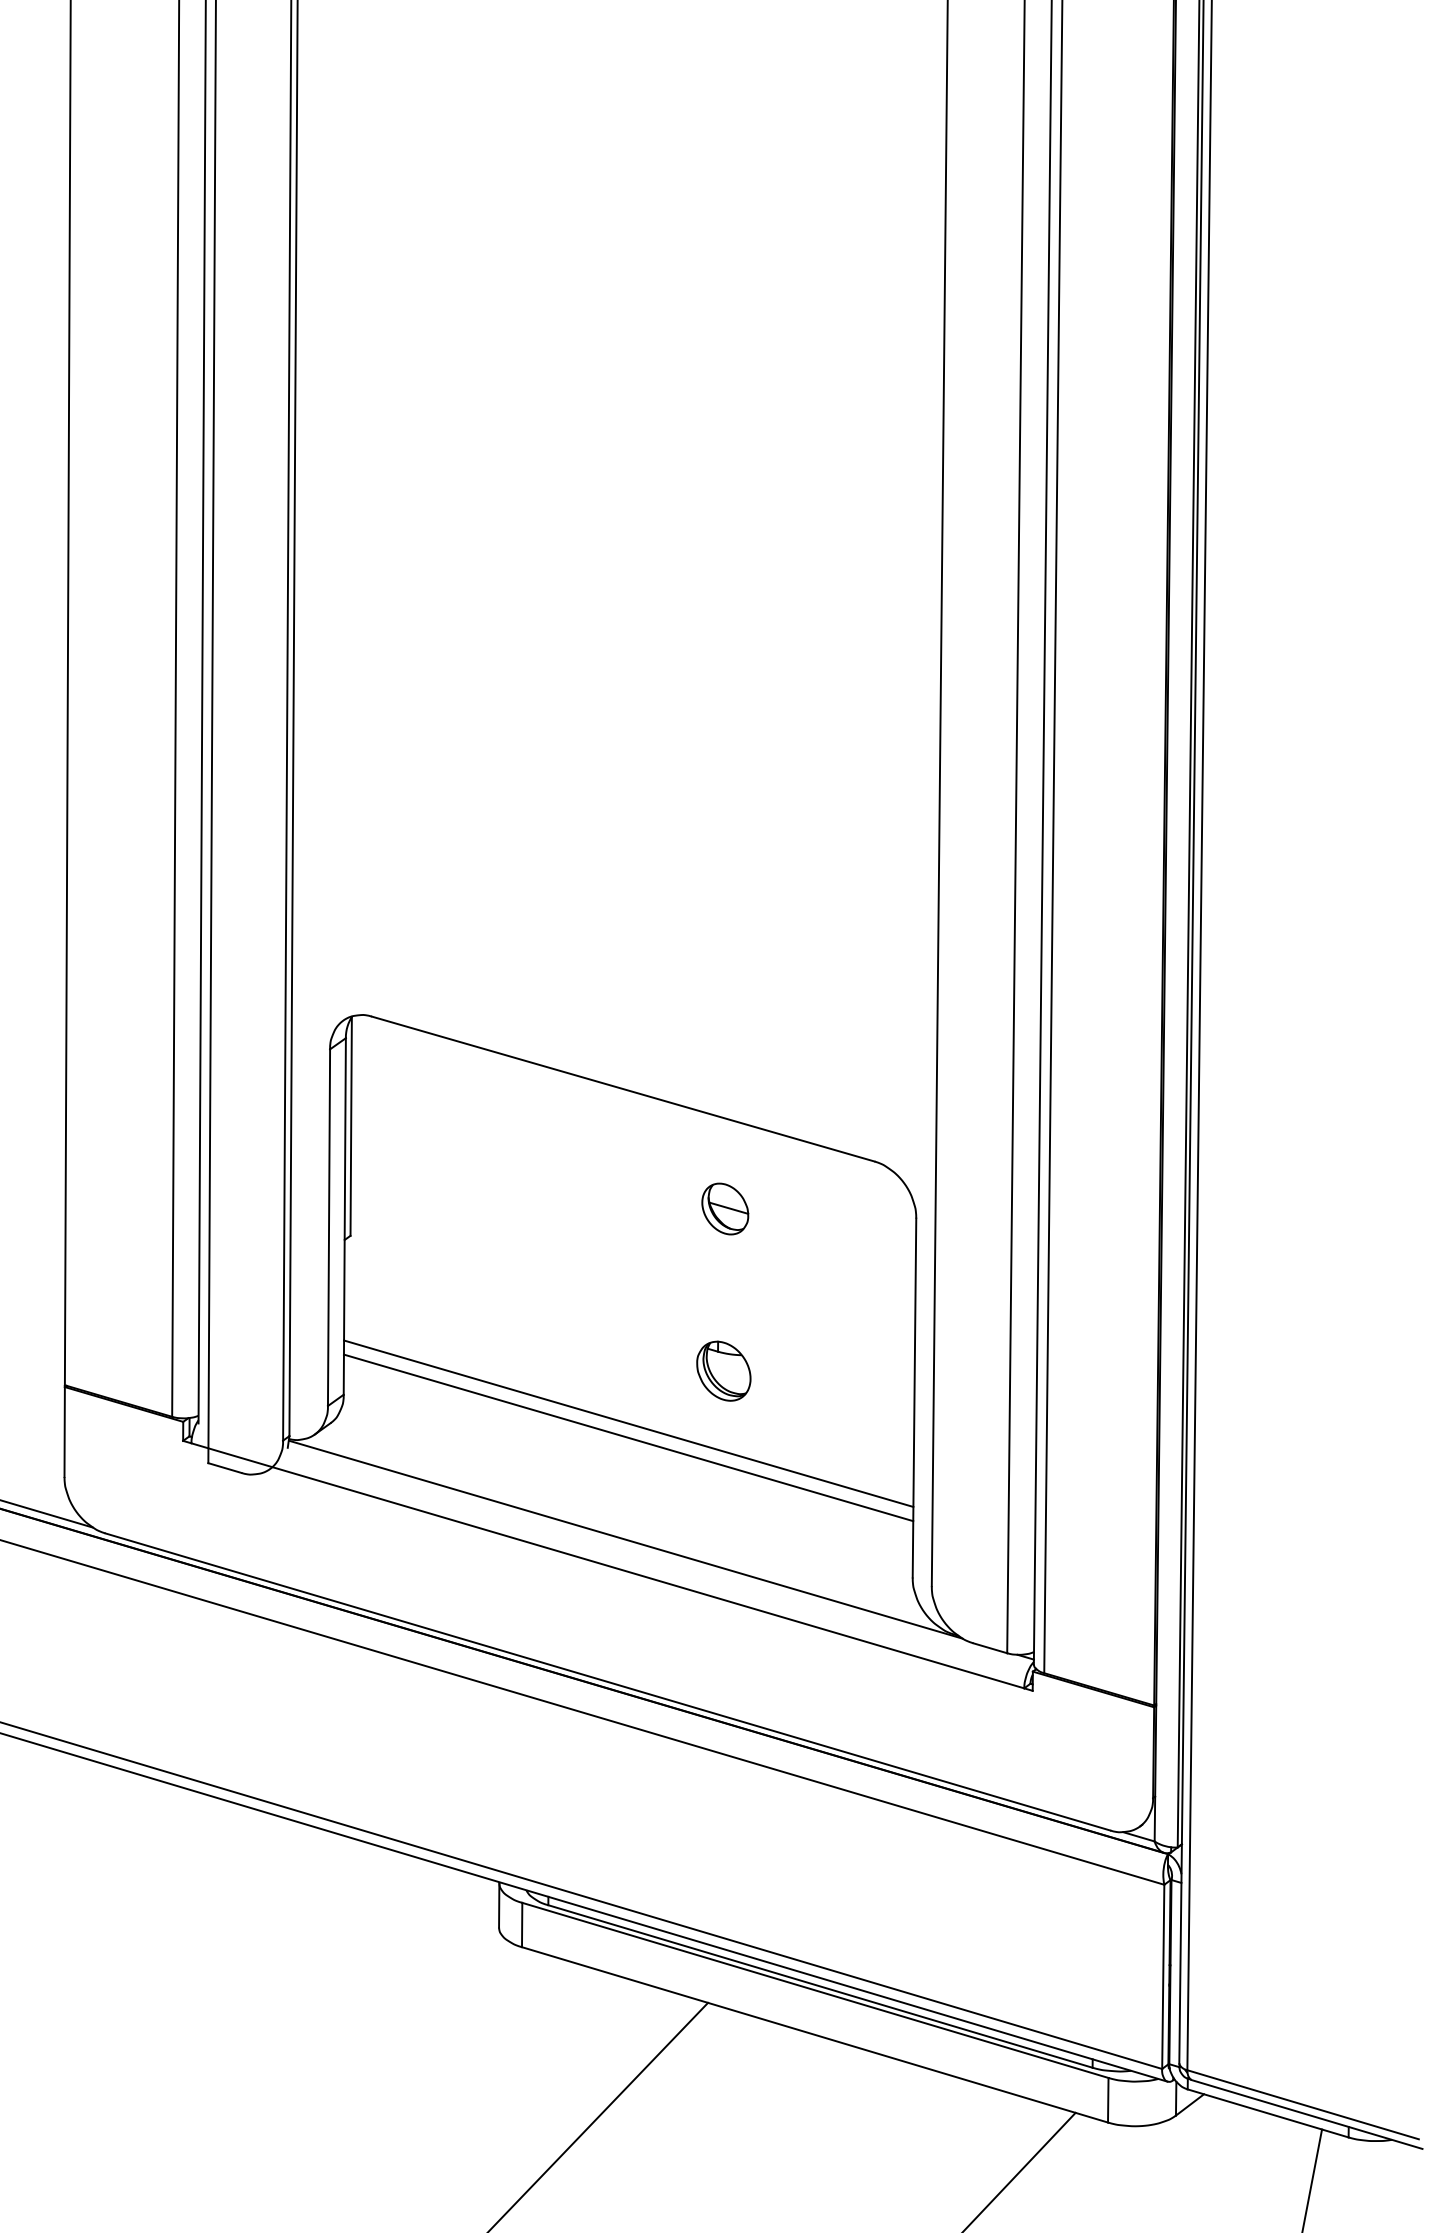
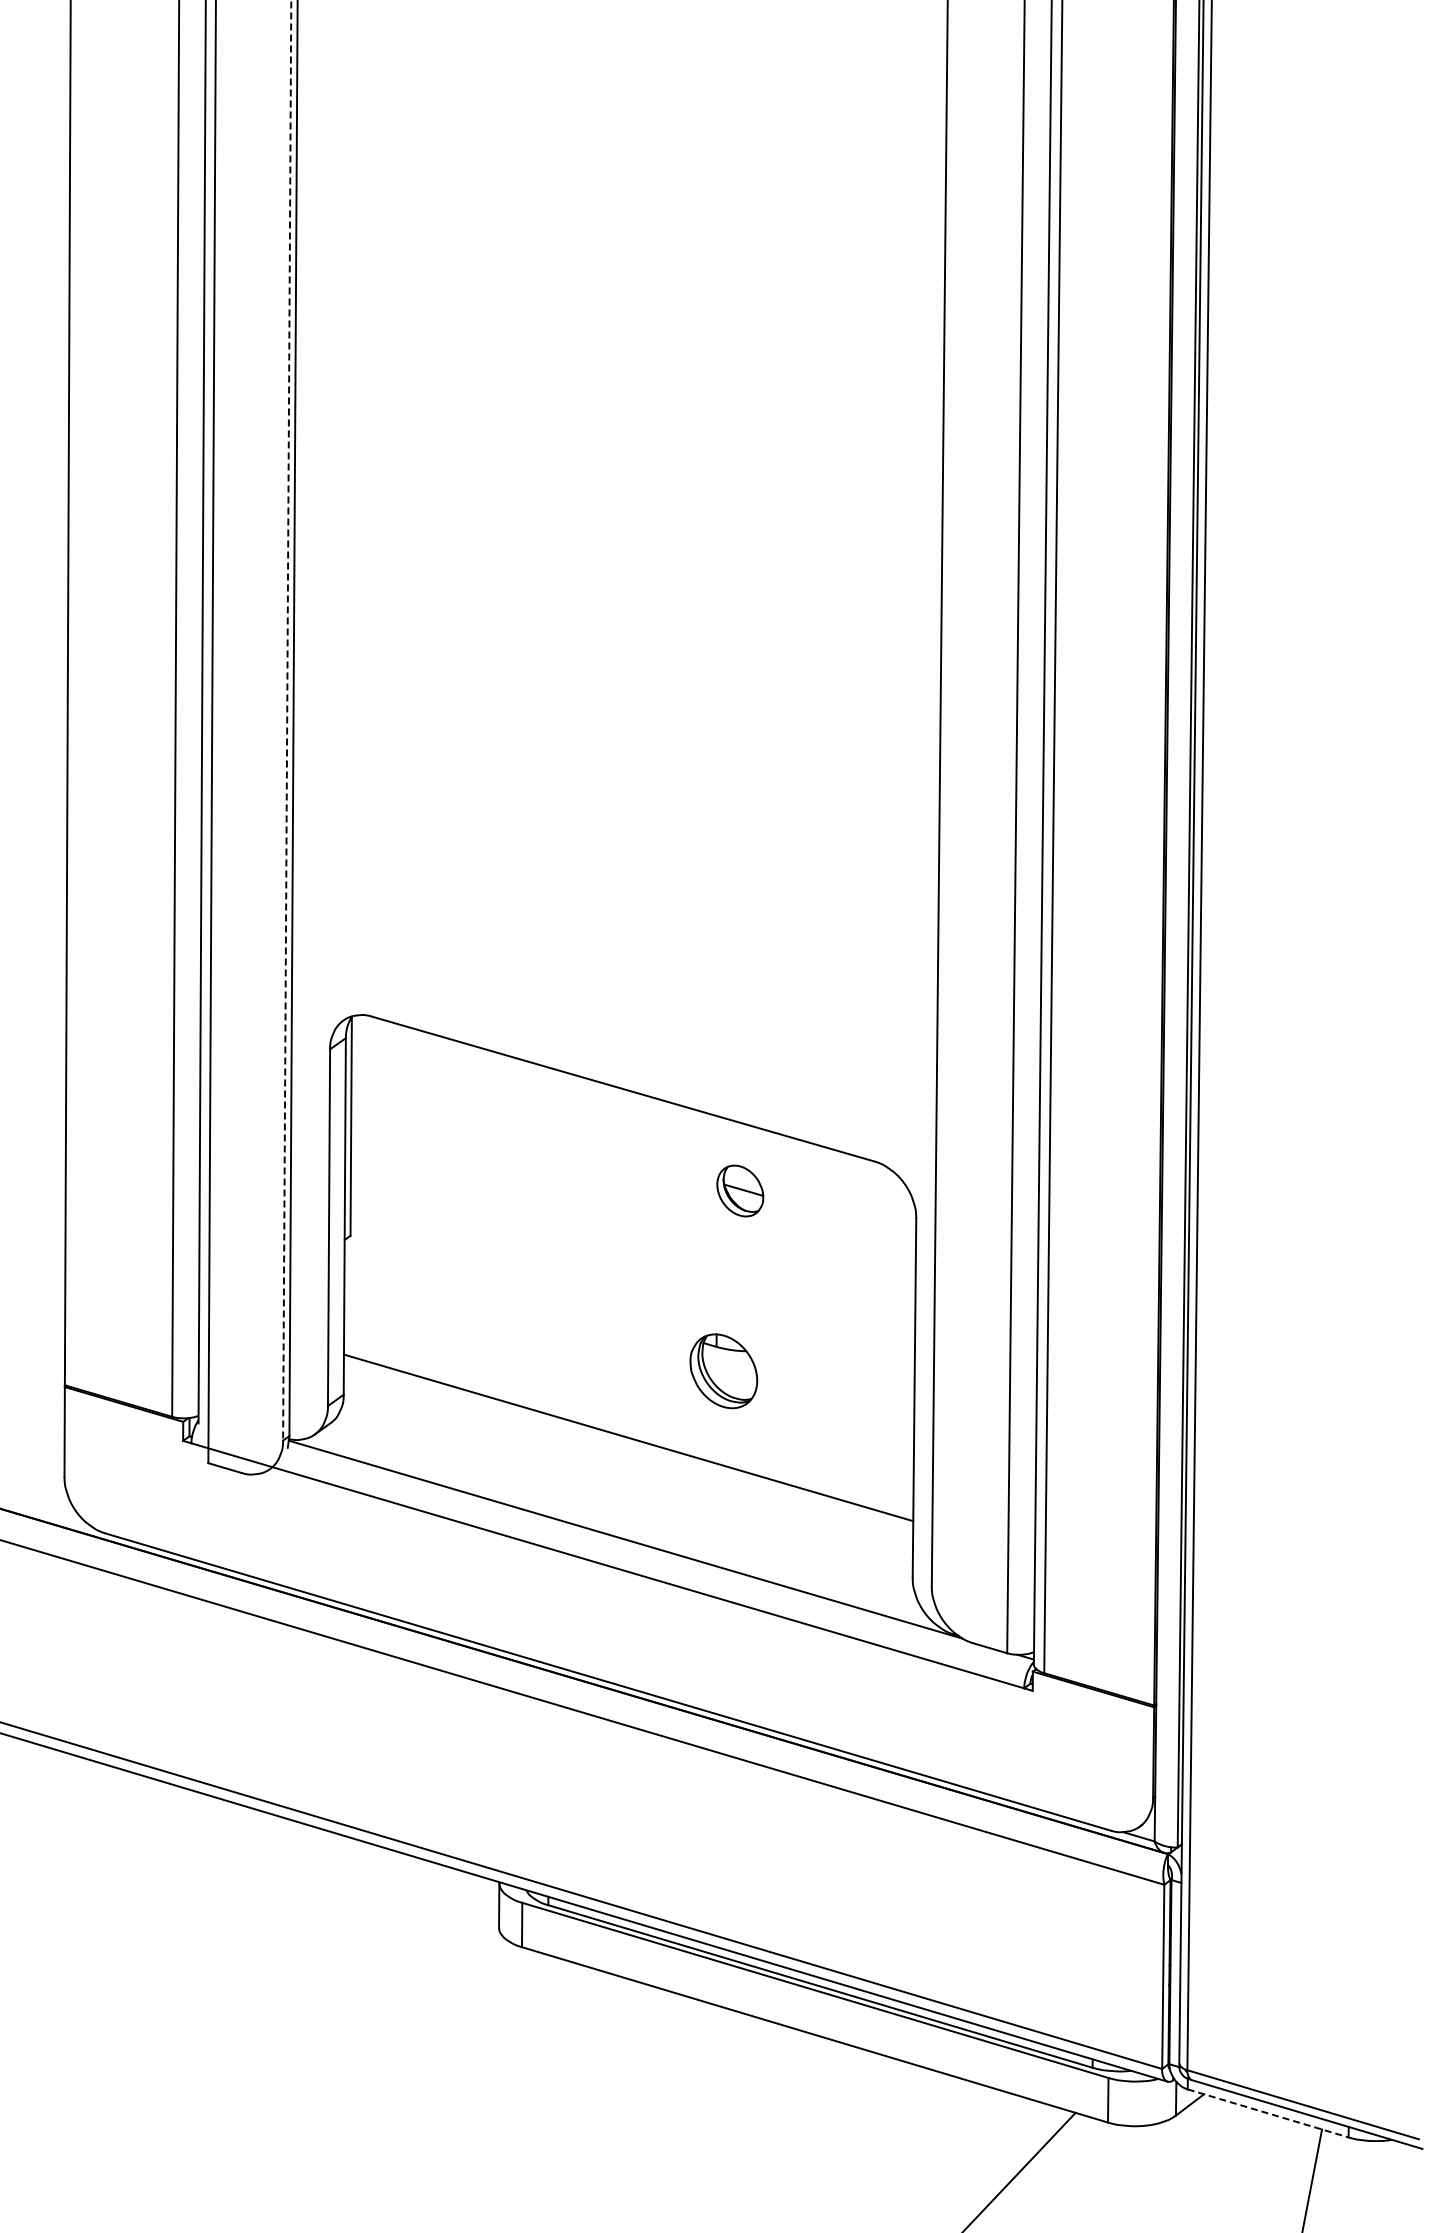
line at (287, 720): solid -> dashed
part at (725, 1208) position: (725, 1208) -> (740, 1190)
part at (723, 1370) size: 56x62 px -> 70x77 px
line at (628, 1423): present -> none
line at (47, 1513): present -> none
line at (1268, 2113): solid -> dashed
line at (599, 2115): present -> none
